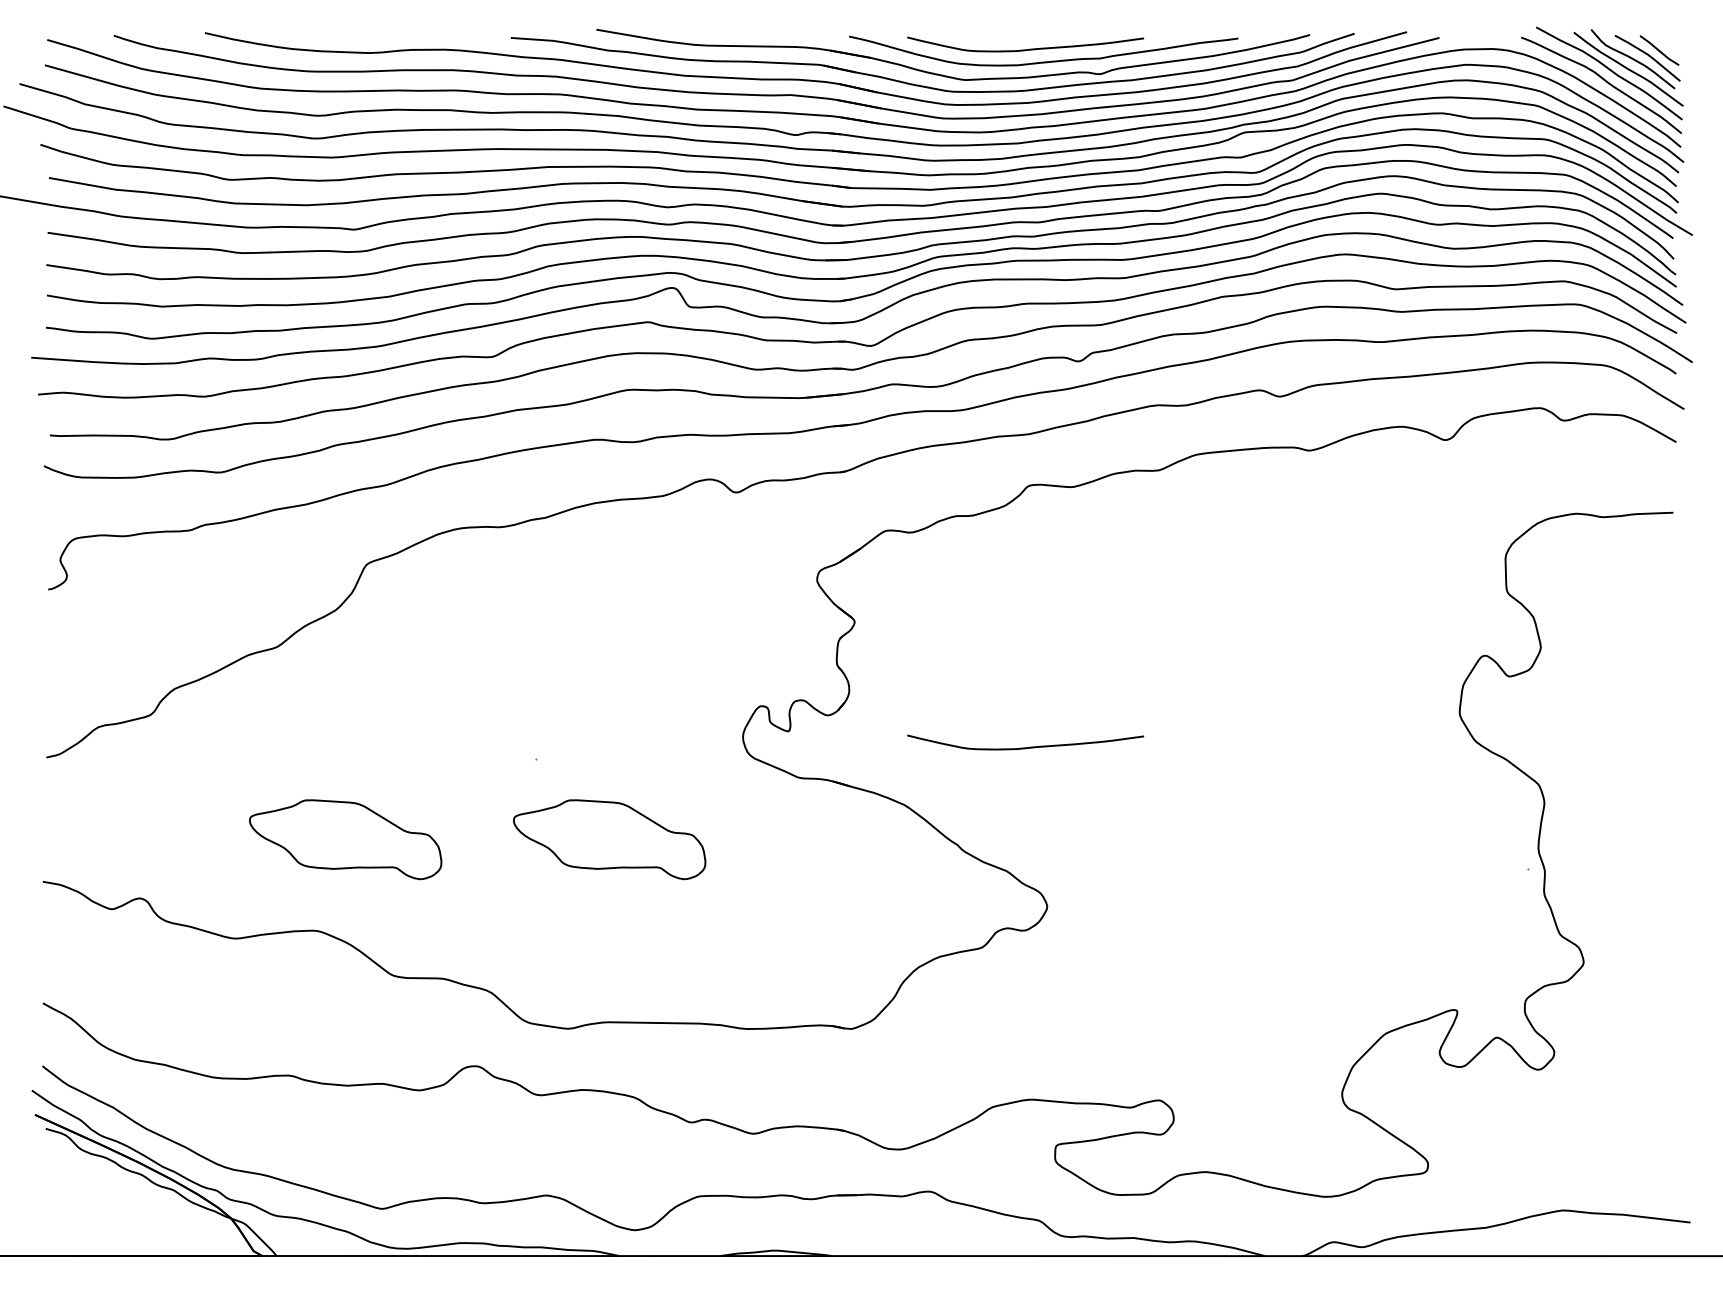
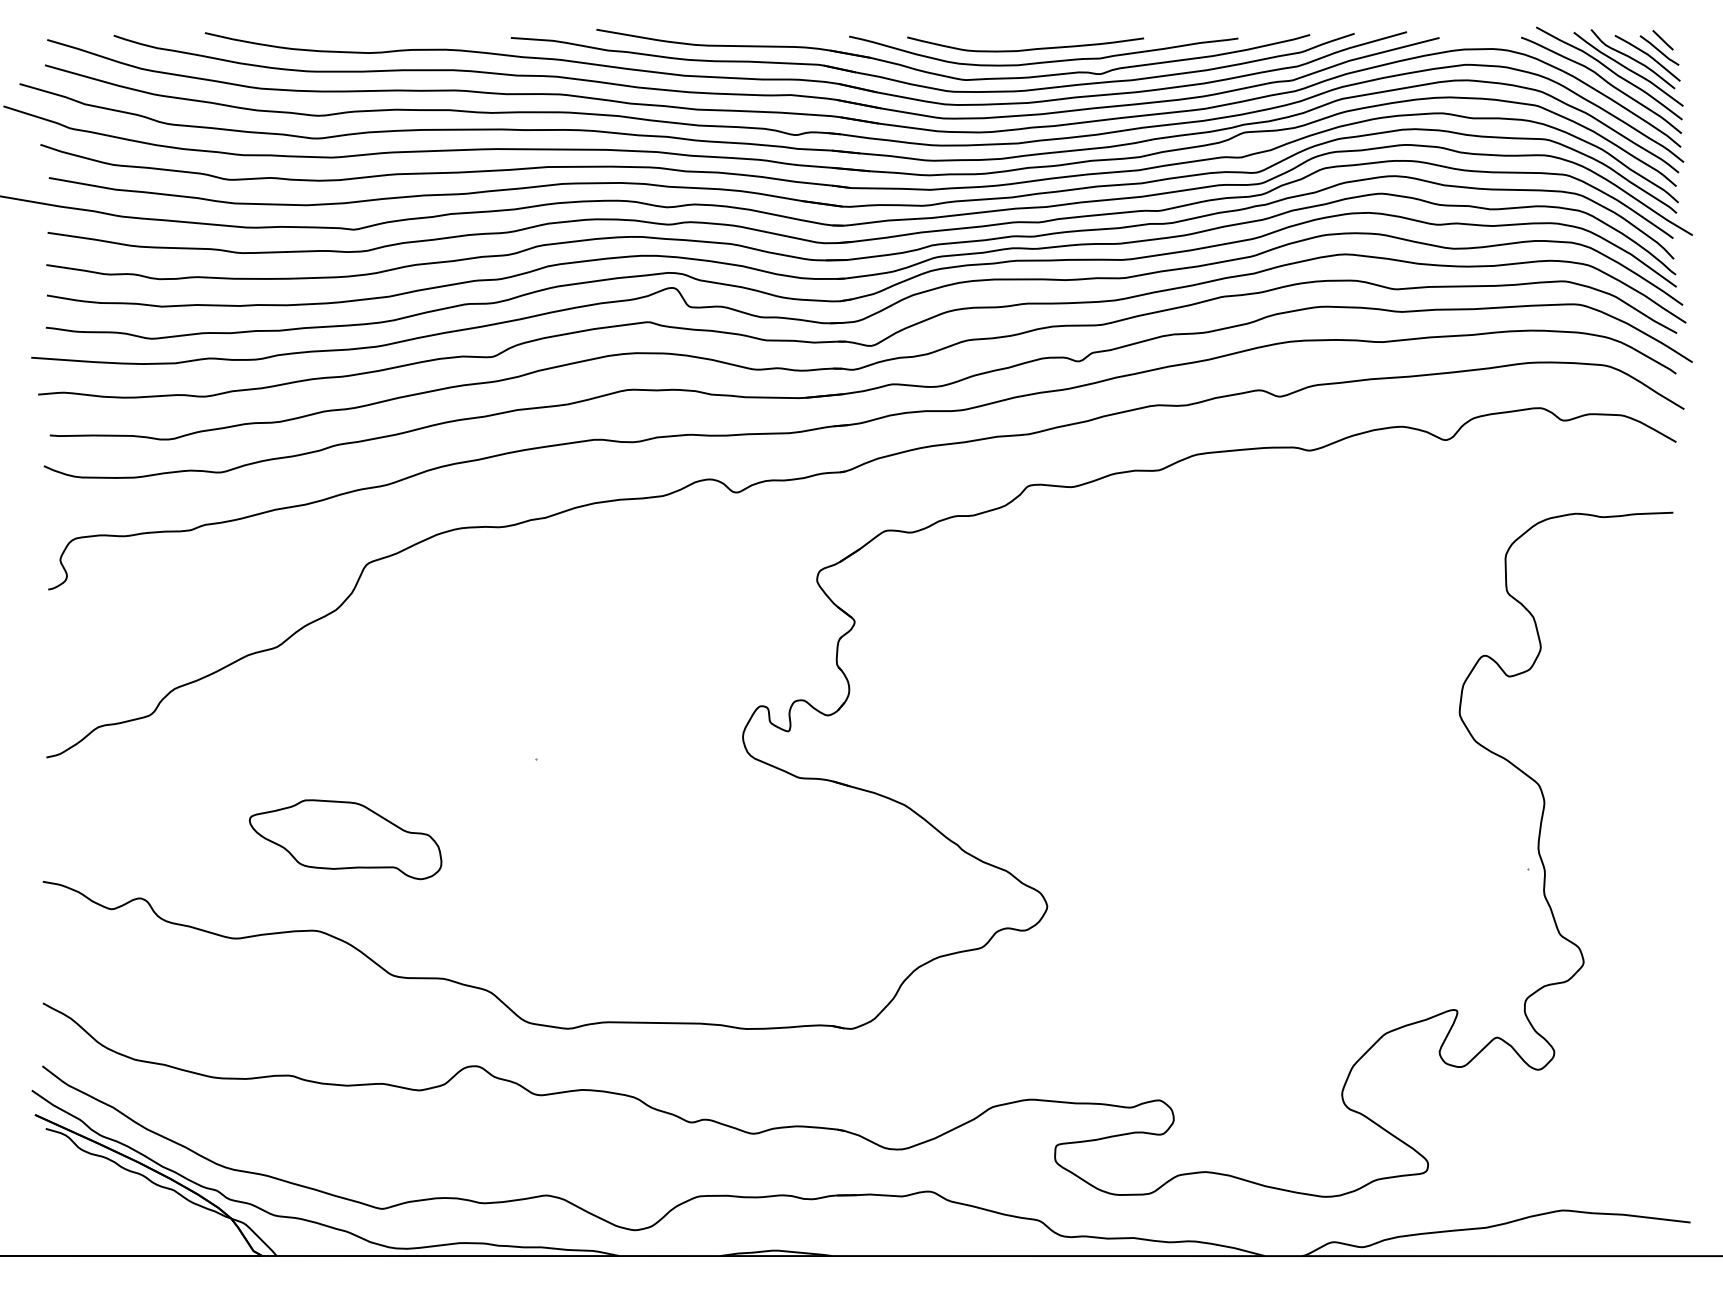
line at (1662, 40): none -> present
curve at (1025, 747): present -> none
part at (609, 839): present -> none
